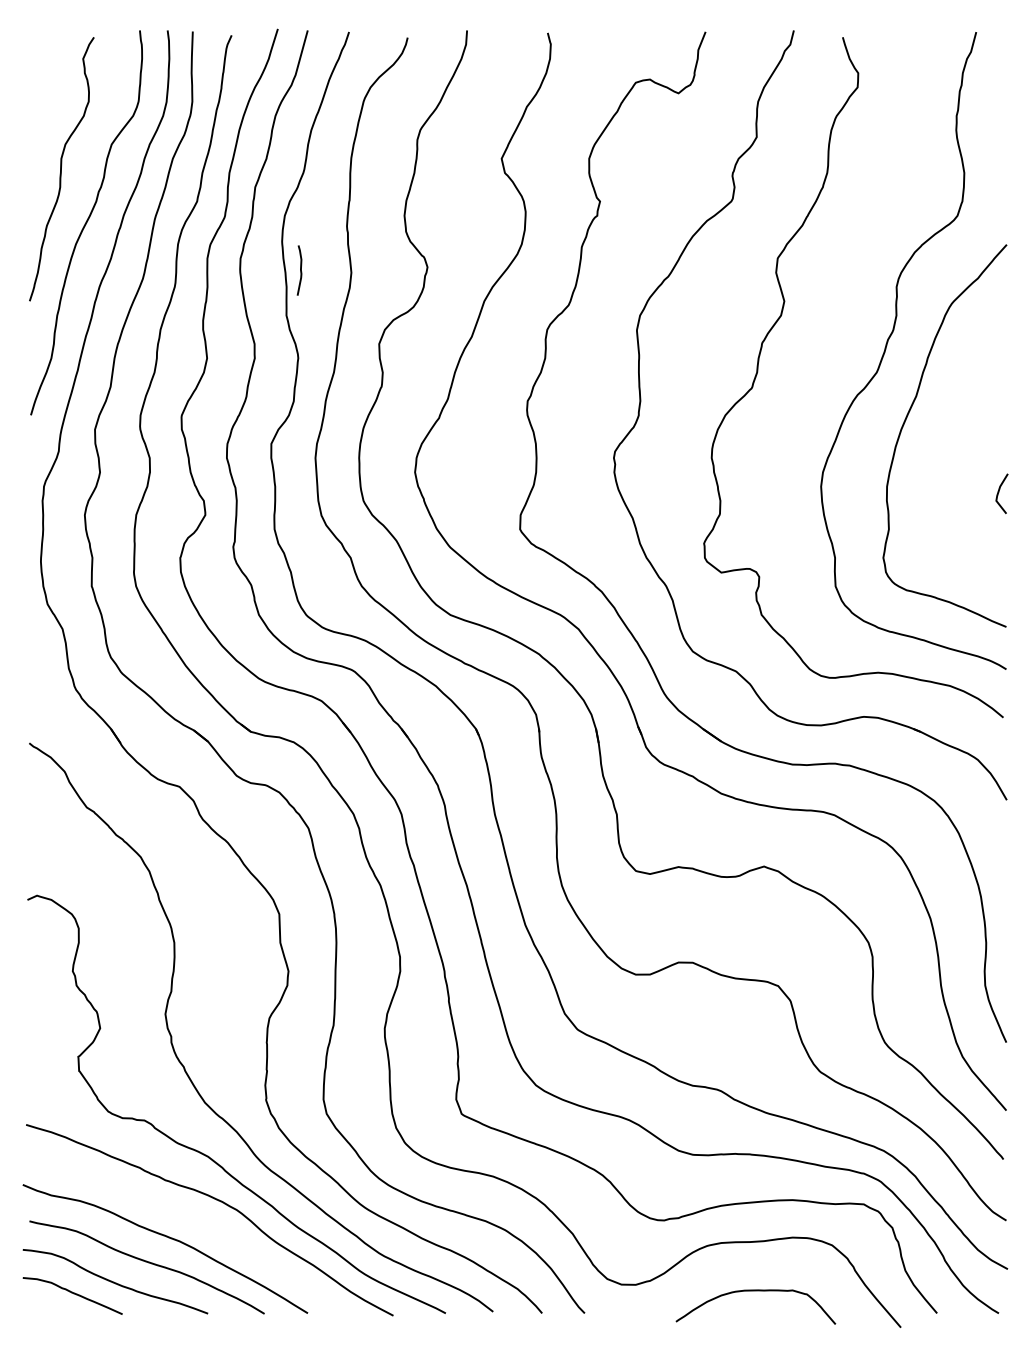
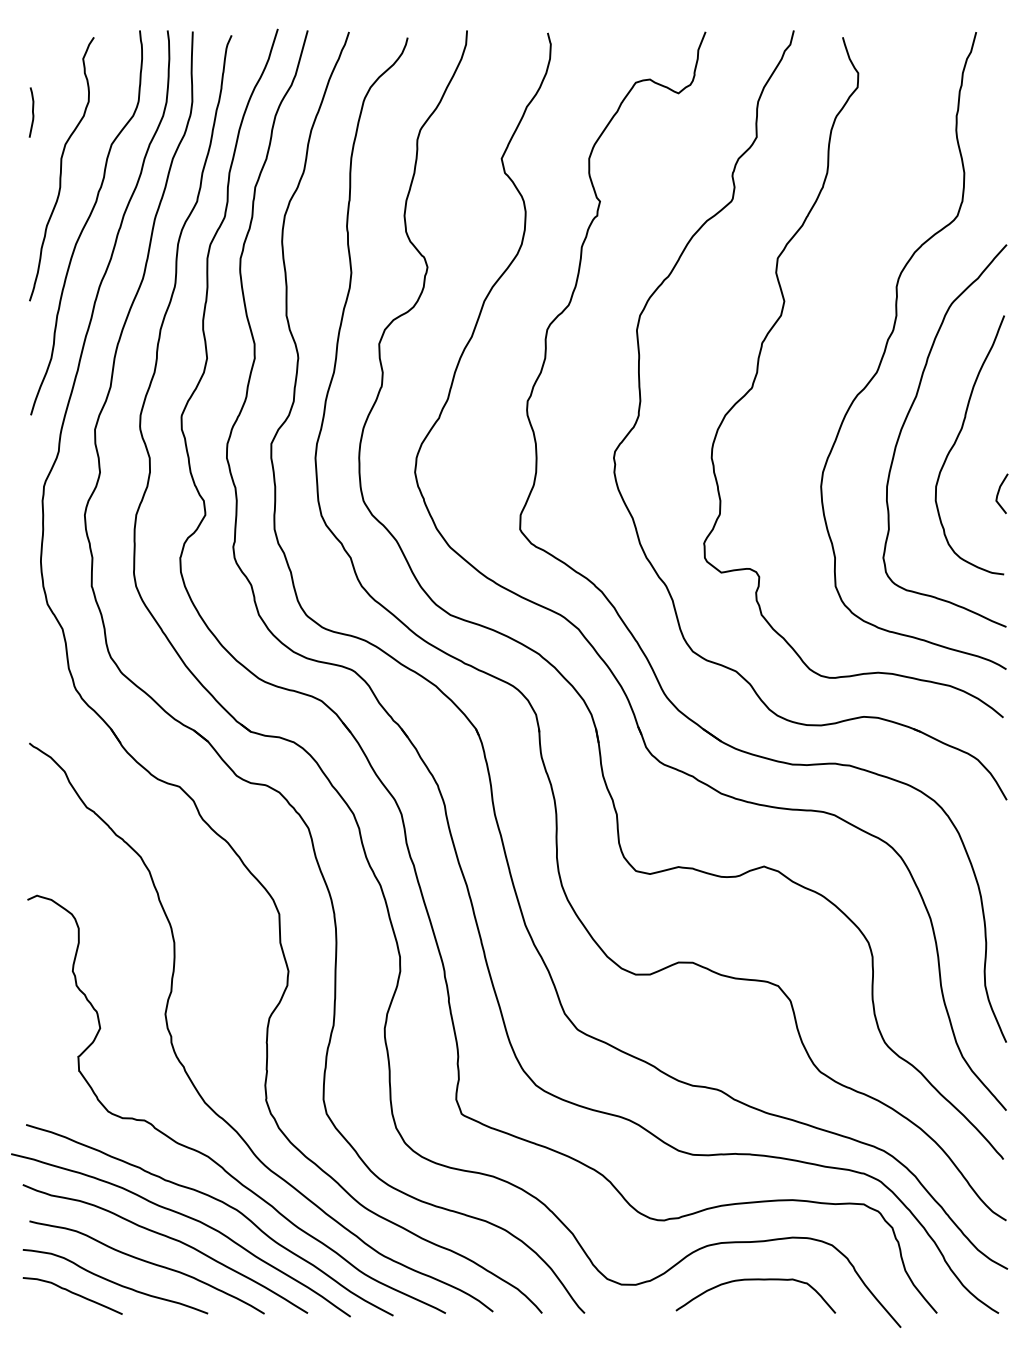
curve at (300, 270) position: (300, 270) -> (32, 112)
curve at (956, 442): none -> present
curve at (186, 1217): none -> present
curve at (755, 1291) position: (755, 1291) -> (755, 1280)
